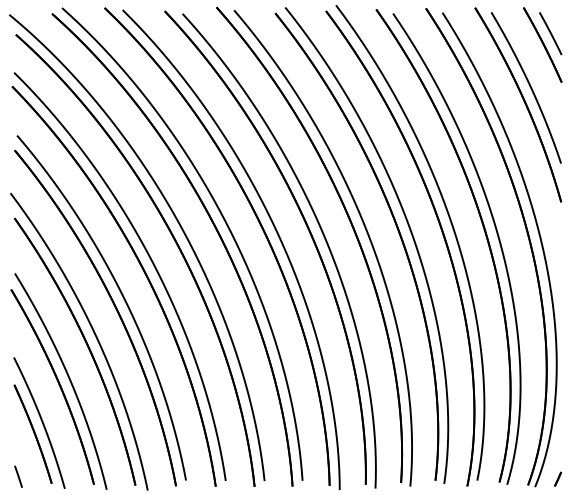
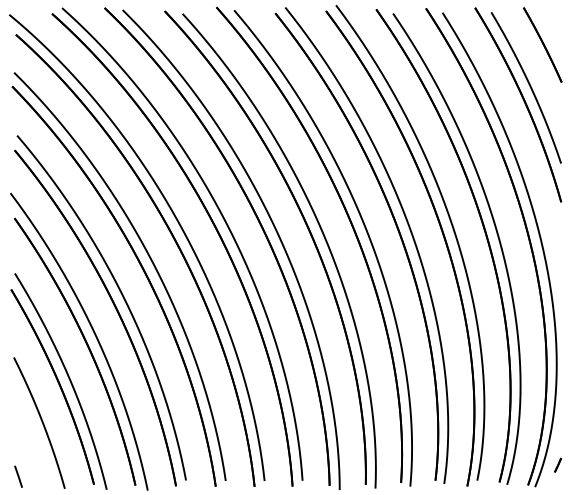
line at (550, 33): present -> none
part at (32, 433): present -> none
line at (557, 478) position: (557, 478) -> (557, 464)
